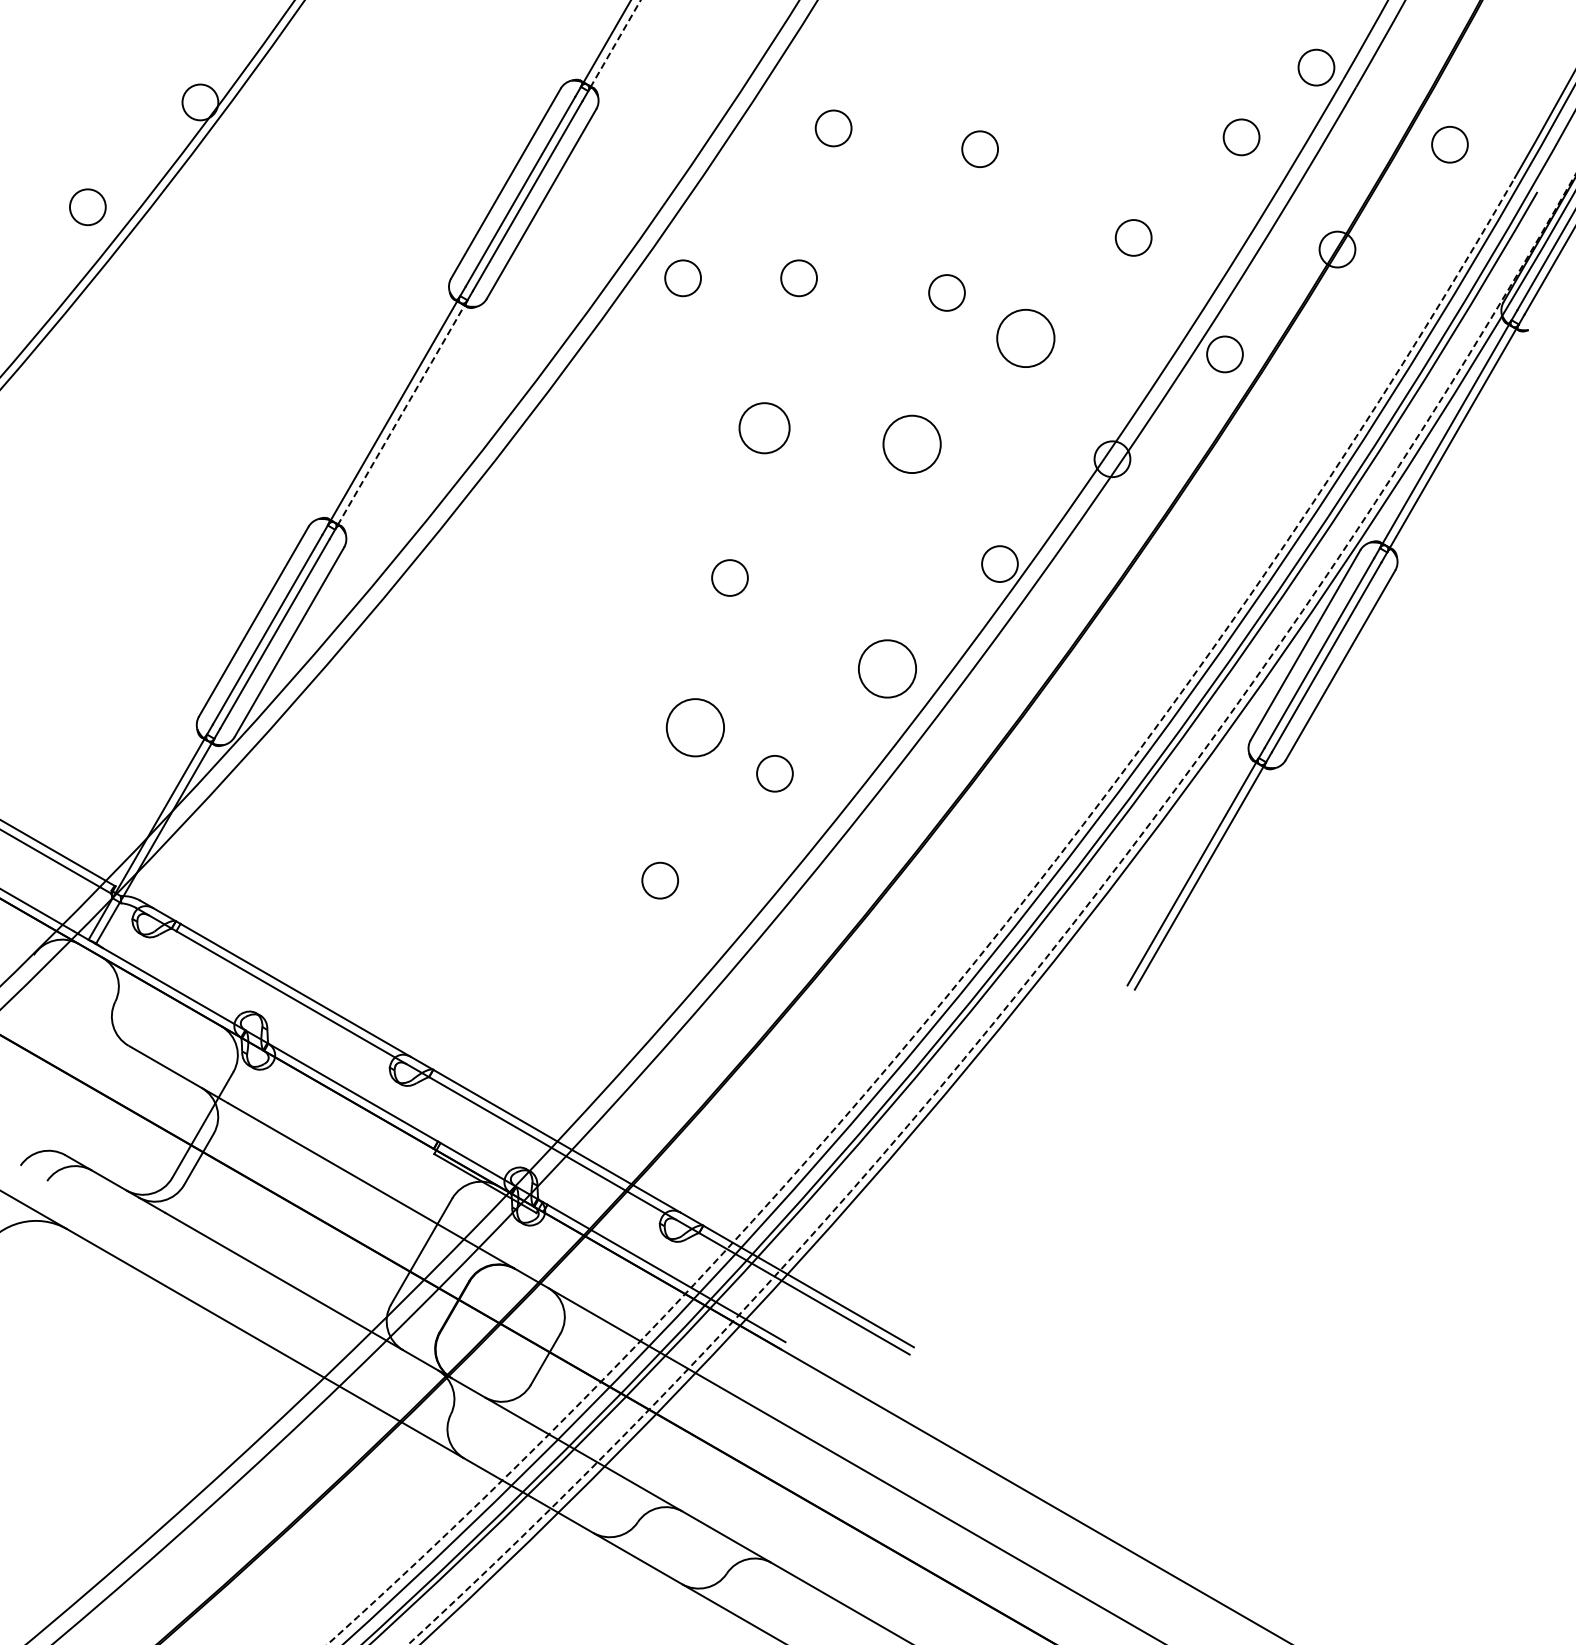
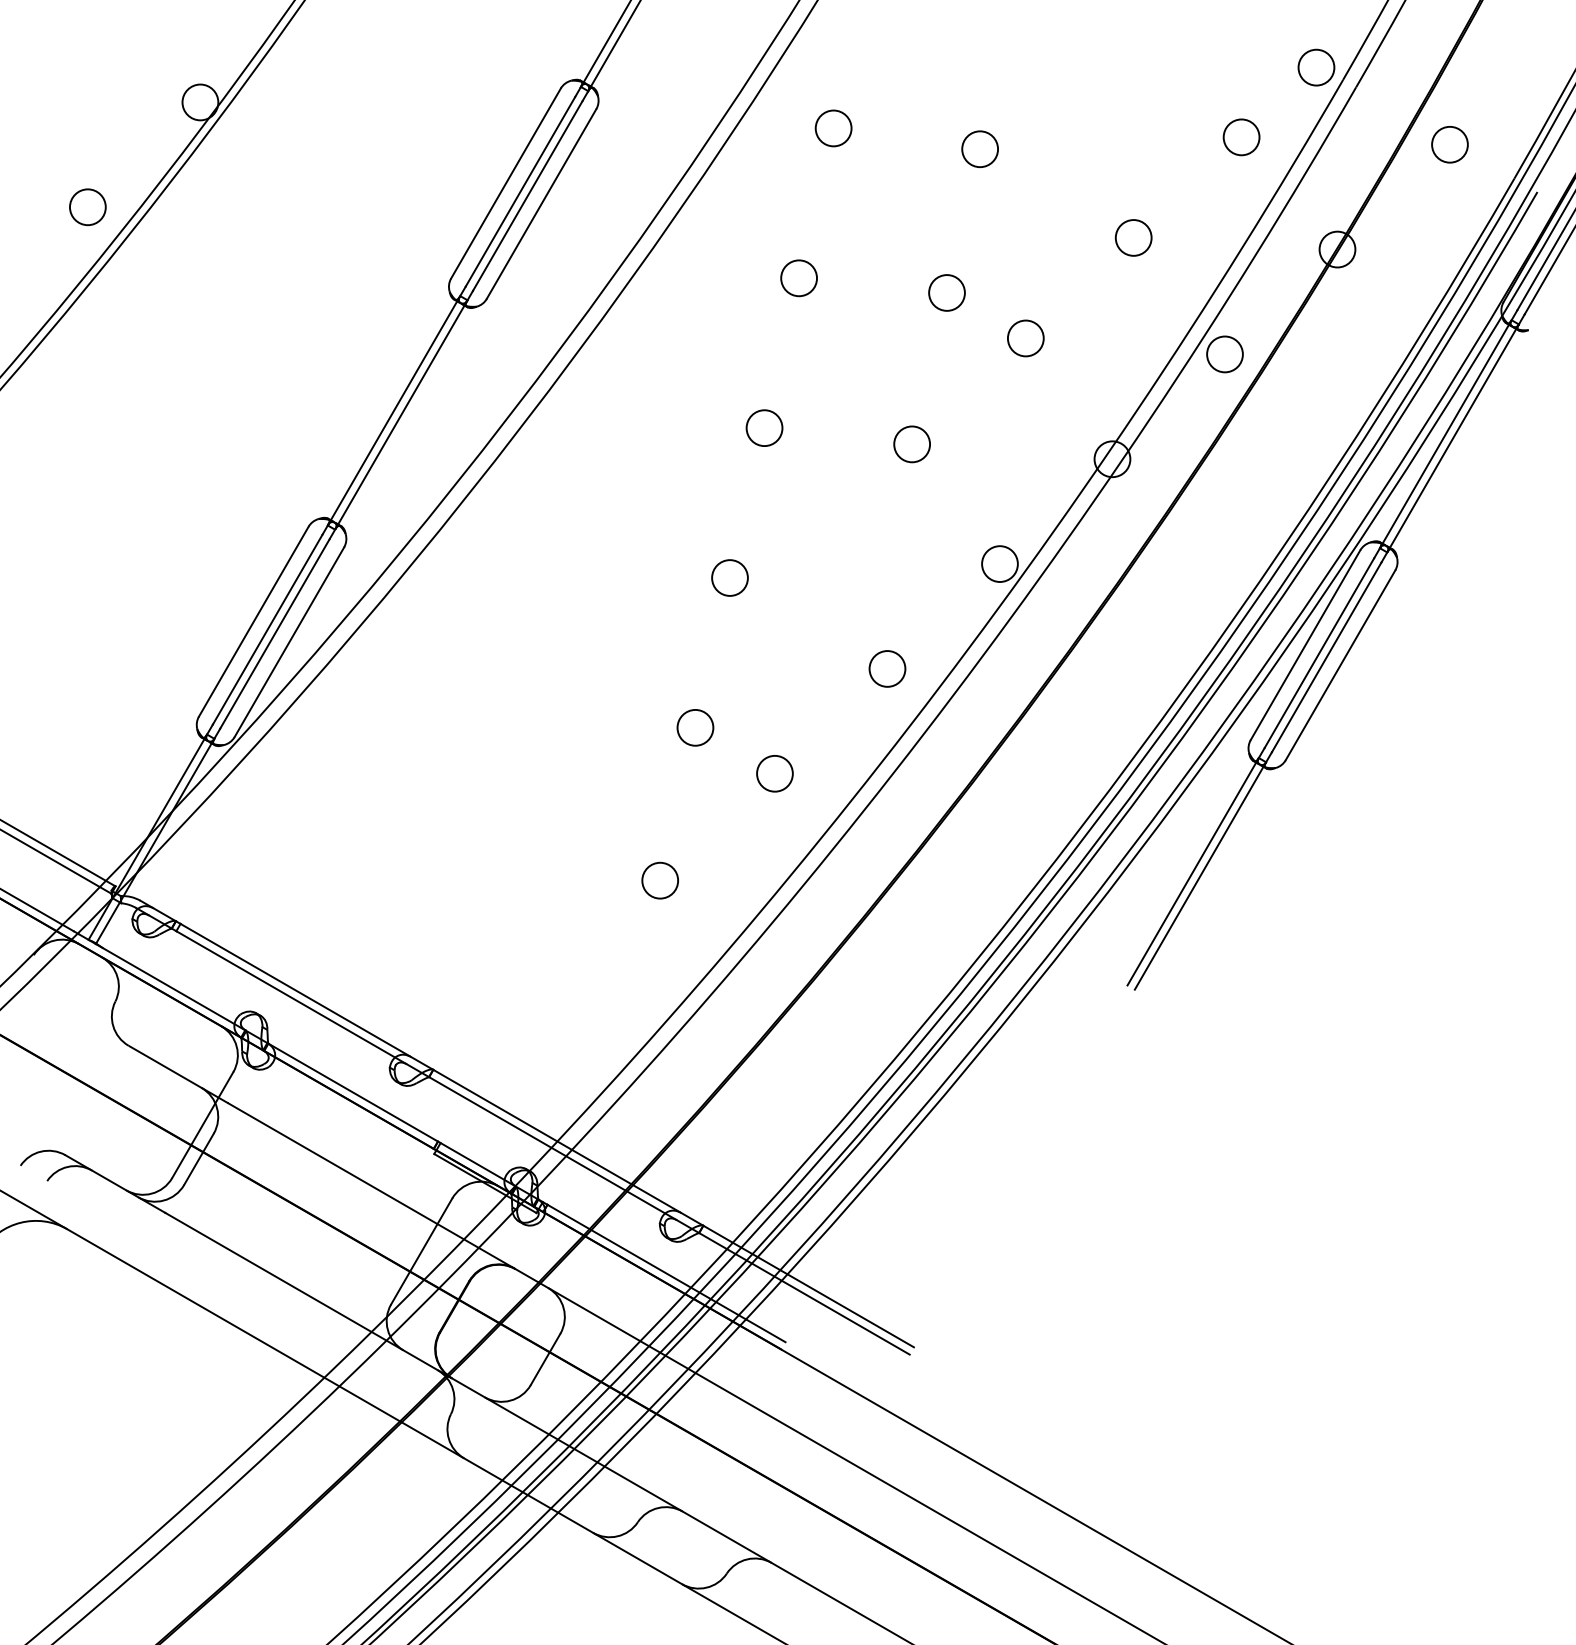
line at (614, 45): dashed -> solid
circle at (682, 278): present -> none
circle at (1025, 338) diameter: 57 px -> 36 px
line at (401, 415): dashed -> solid
circle at (764, 428) size: 53x53 px -> 39x38 px
circle at (911, 444) diameter: 57 px -> 36 px
circle at (887, 668) diameter: 57 px -> 36 px
circle at (694, 727) size: 60x60 px -> 39x38 px
arc at (1048, 954): dashed -> solid
arc at (977, 959): dashed -> solid
